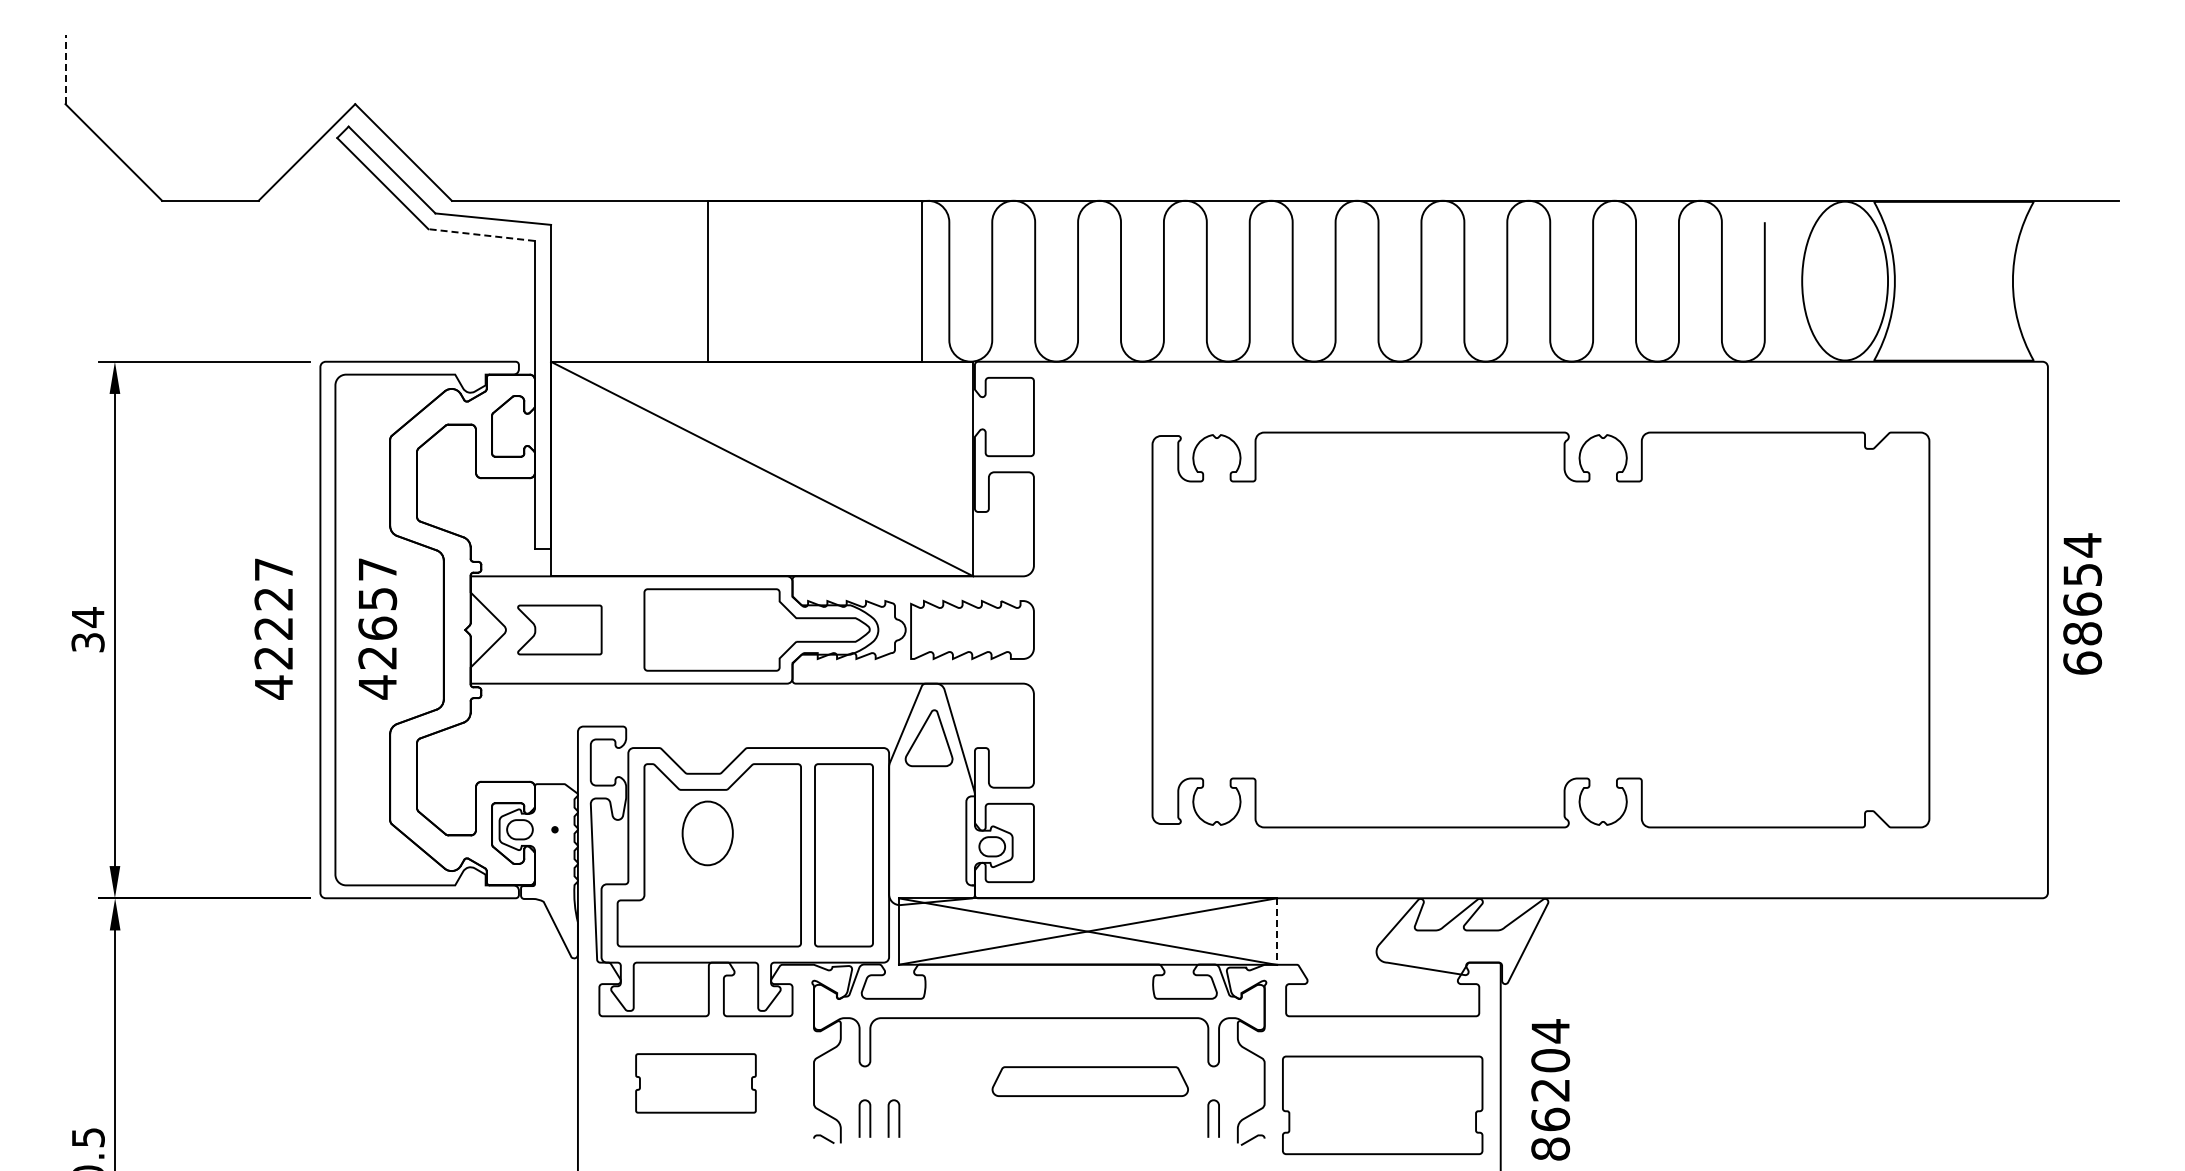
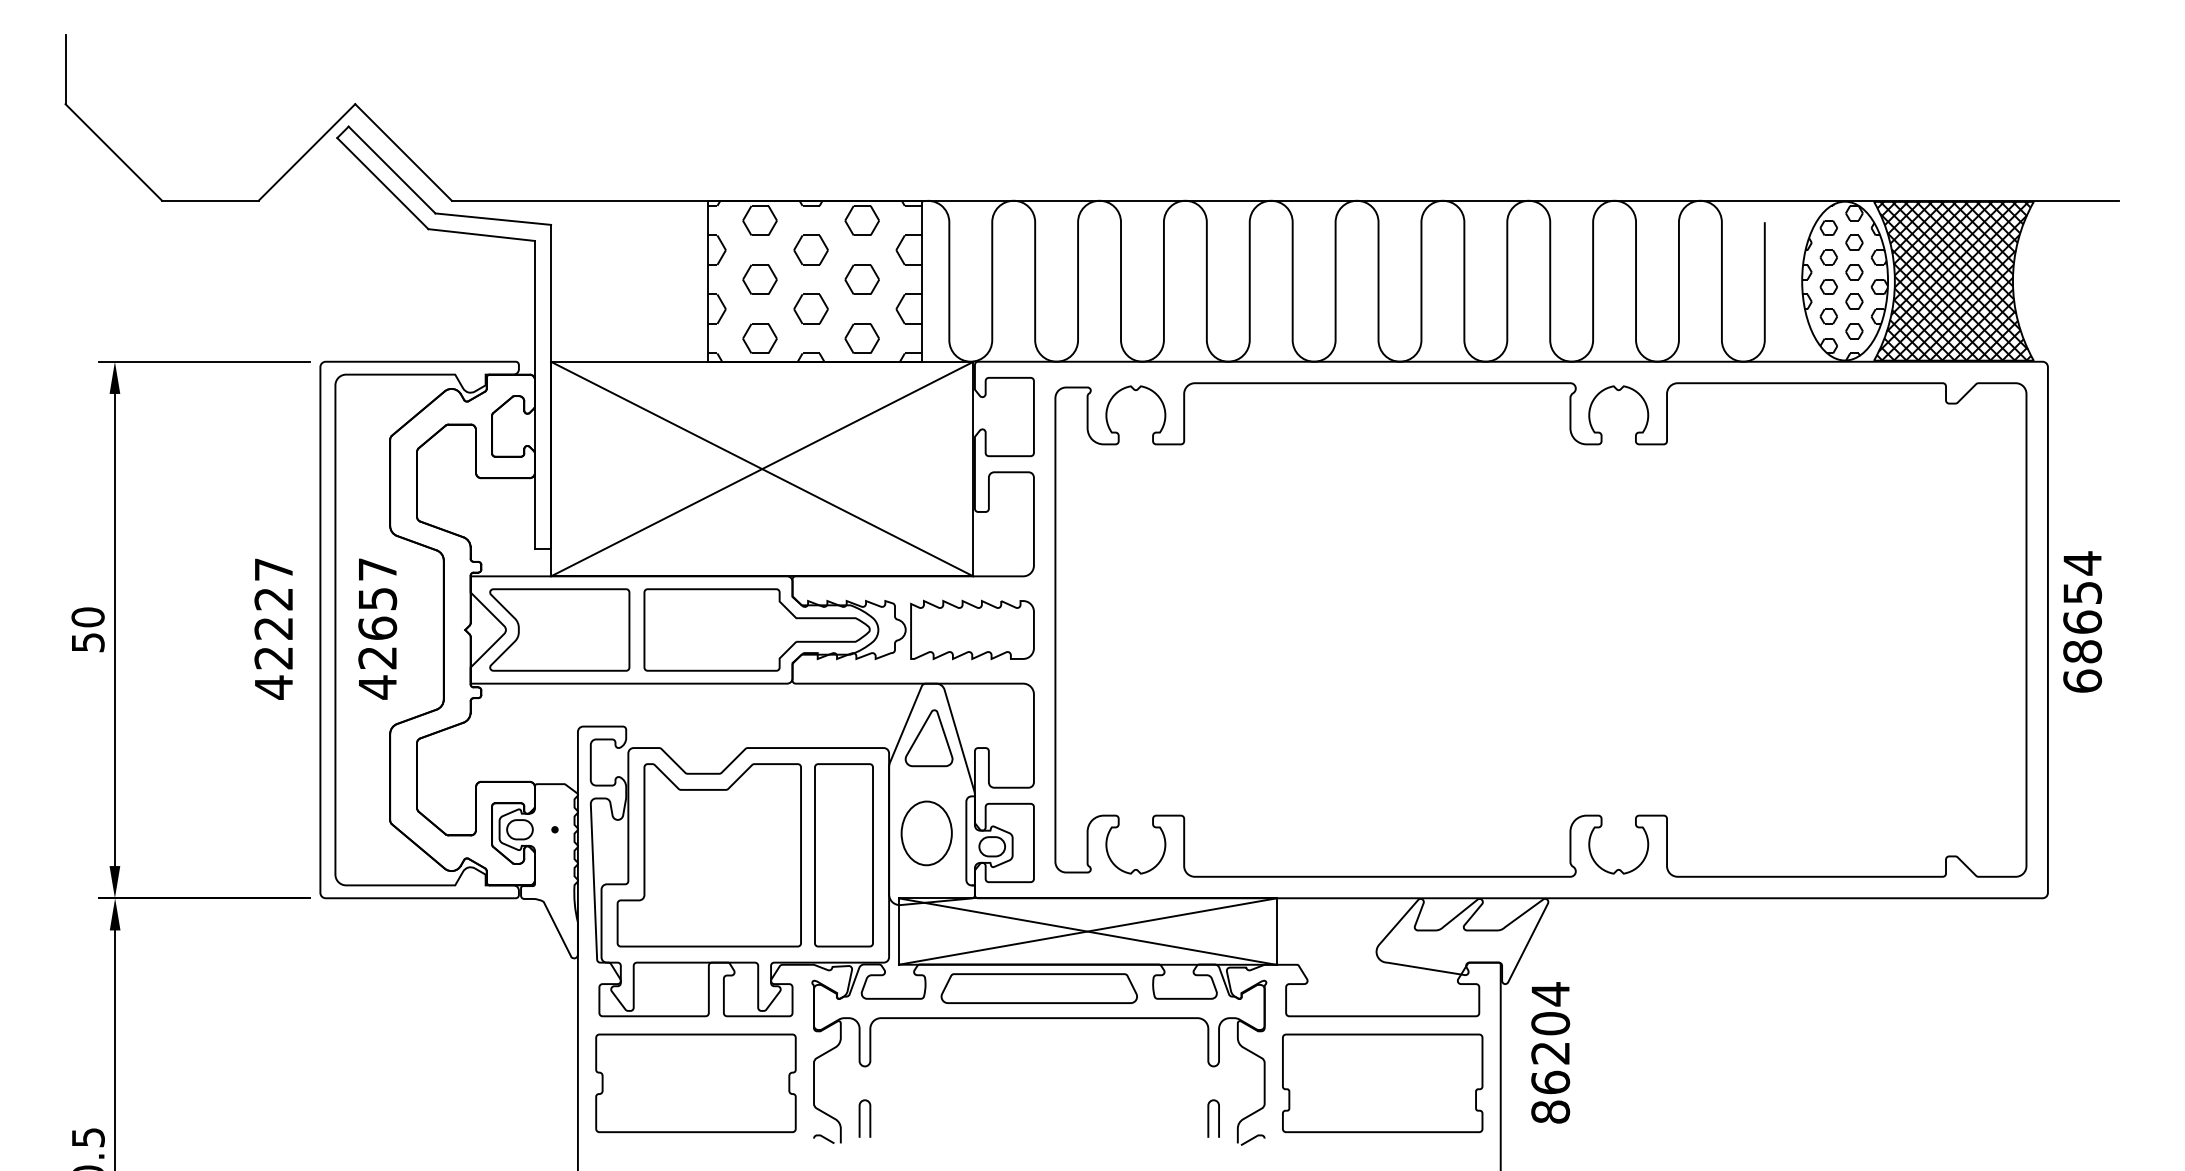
line at (65, 69): dashed -> solid
line at (481, 235): dashed -> solid
hatch at (814, 280): none -> present
hatch at (1954, 280): none -> present
hatch at (1844, 282): none -> present
line at (762, 468): none -> present
text at (2082, 603) position: (2082, 603) -> (2082, 621)
text at (87, 629): 34 -> 50
part at (559, 629) size: 86x52 px -> 142x84 px
part at (1540, 629) size: 780x398 px -> 974x496 px
part at (707, 833) position: (707, 833) -> (926, 833)
line at (1277, 931): dashed -> solid
curve at (1089, 1067) position: (1089, 1067) -> (1038, 974)
part at (695, 1083) size: 122x61 px -> 202x101 px
text at (1550, 1089) position: (1550, 1089) -> (1550, 1052)
part at (1382, 1105) position: (1382, 1105) -> (1382, 1083)
curve at (889, 1118): present -> none
